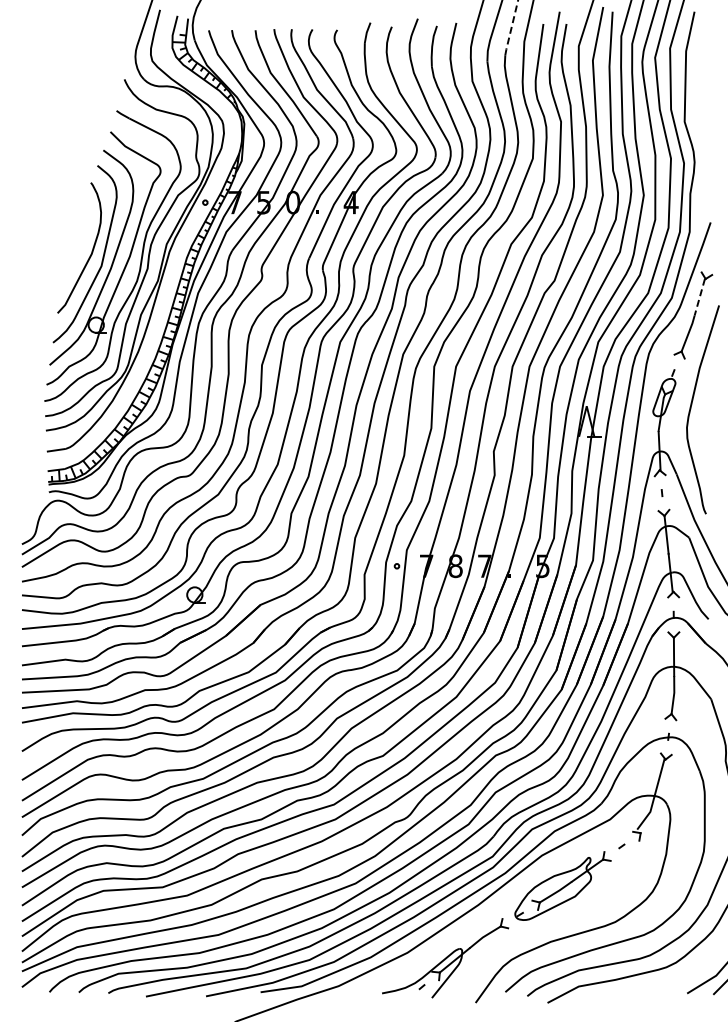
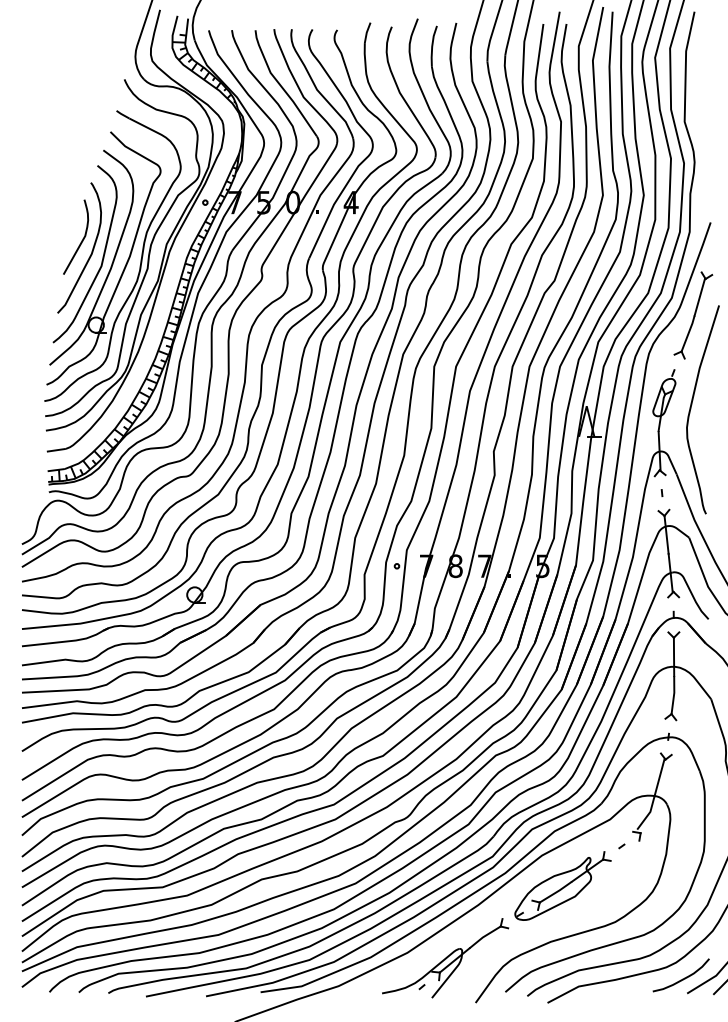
line at (511, 28): dashed -> solid
curve at (82, 238): none -> present
line at (699, 297): dashed -> solid
curve at (682, 978): none -> present
